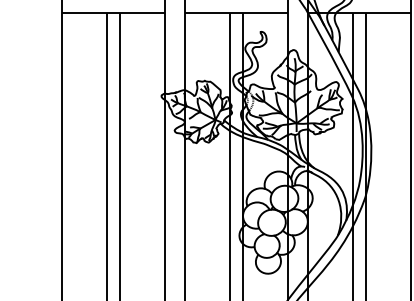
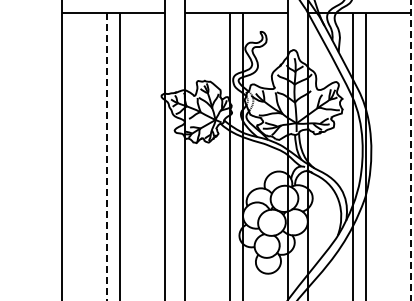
line at (411, 150): solid -> dashed
line at (107, 157): solid -> dashed
